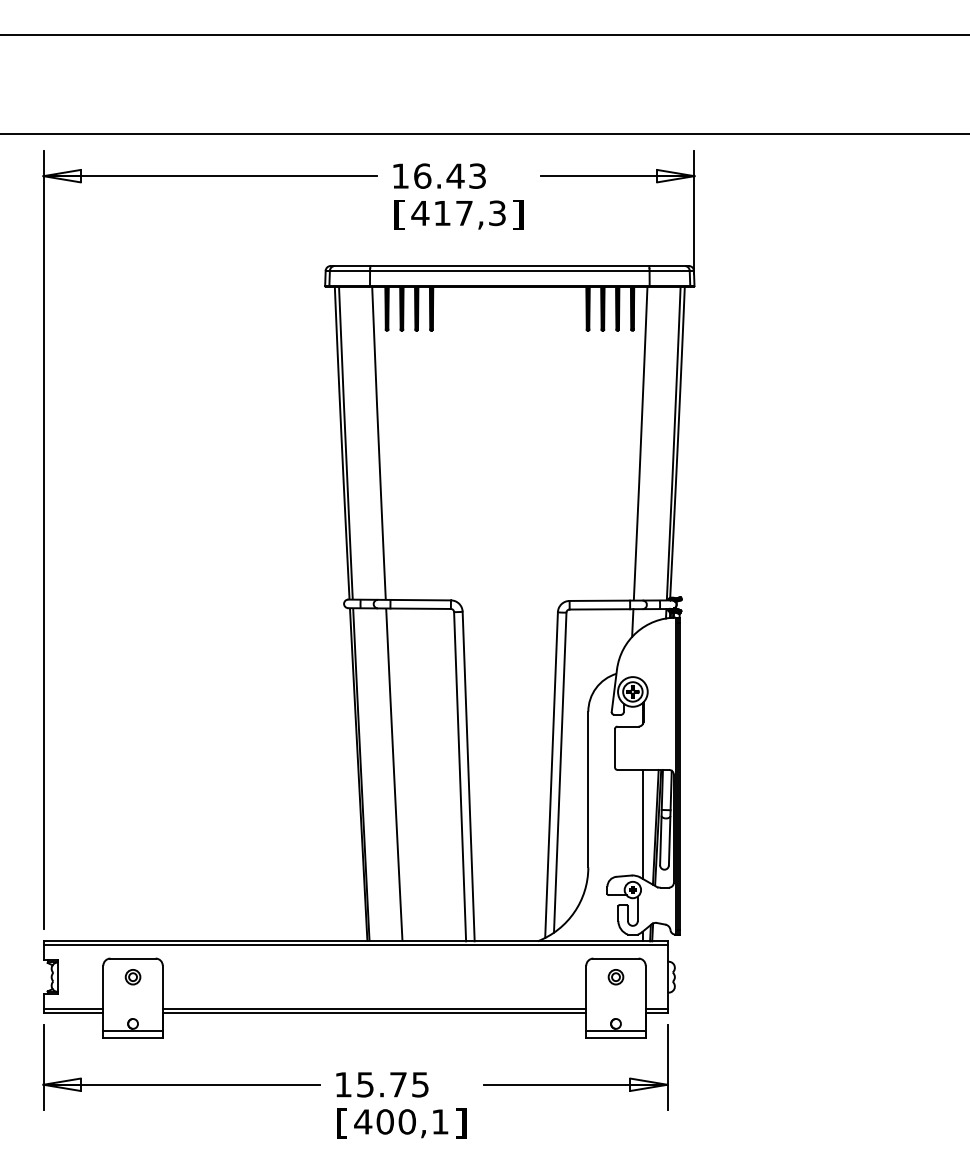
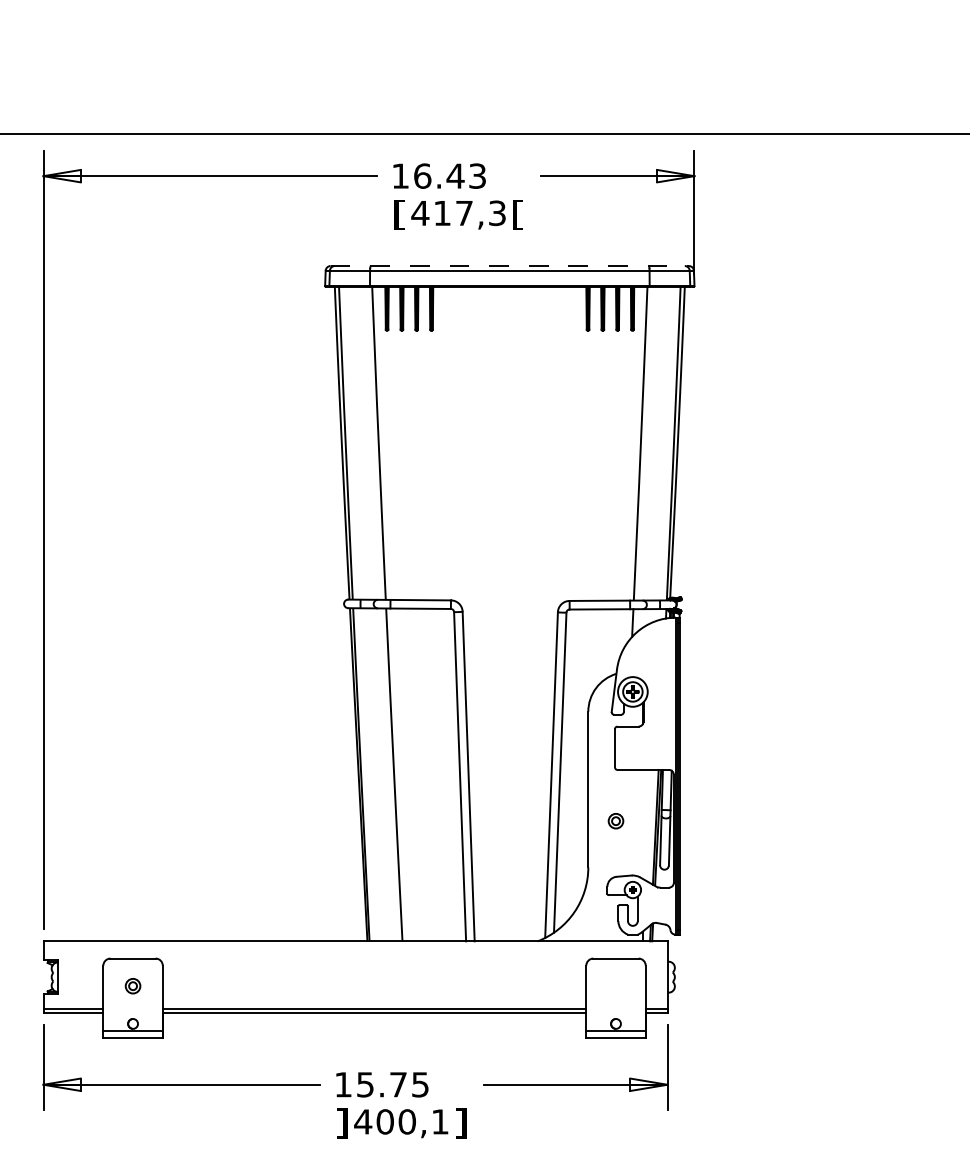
line at (484, 35): present -> none
text at (518, 214): ] -> [
line at (510, 266): solid -> dashed
line at (642, 823): present -> none
line at (355, 945): present -> none
part at (132, 977) position: (132, 977) -> (132, 986)
part at (615, 977) position: (615, 977) -> (615, 821)
text at (342, 1123): [ -> ]
